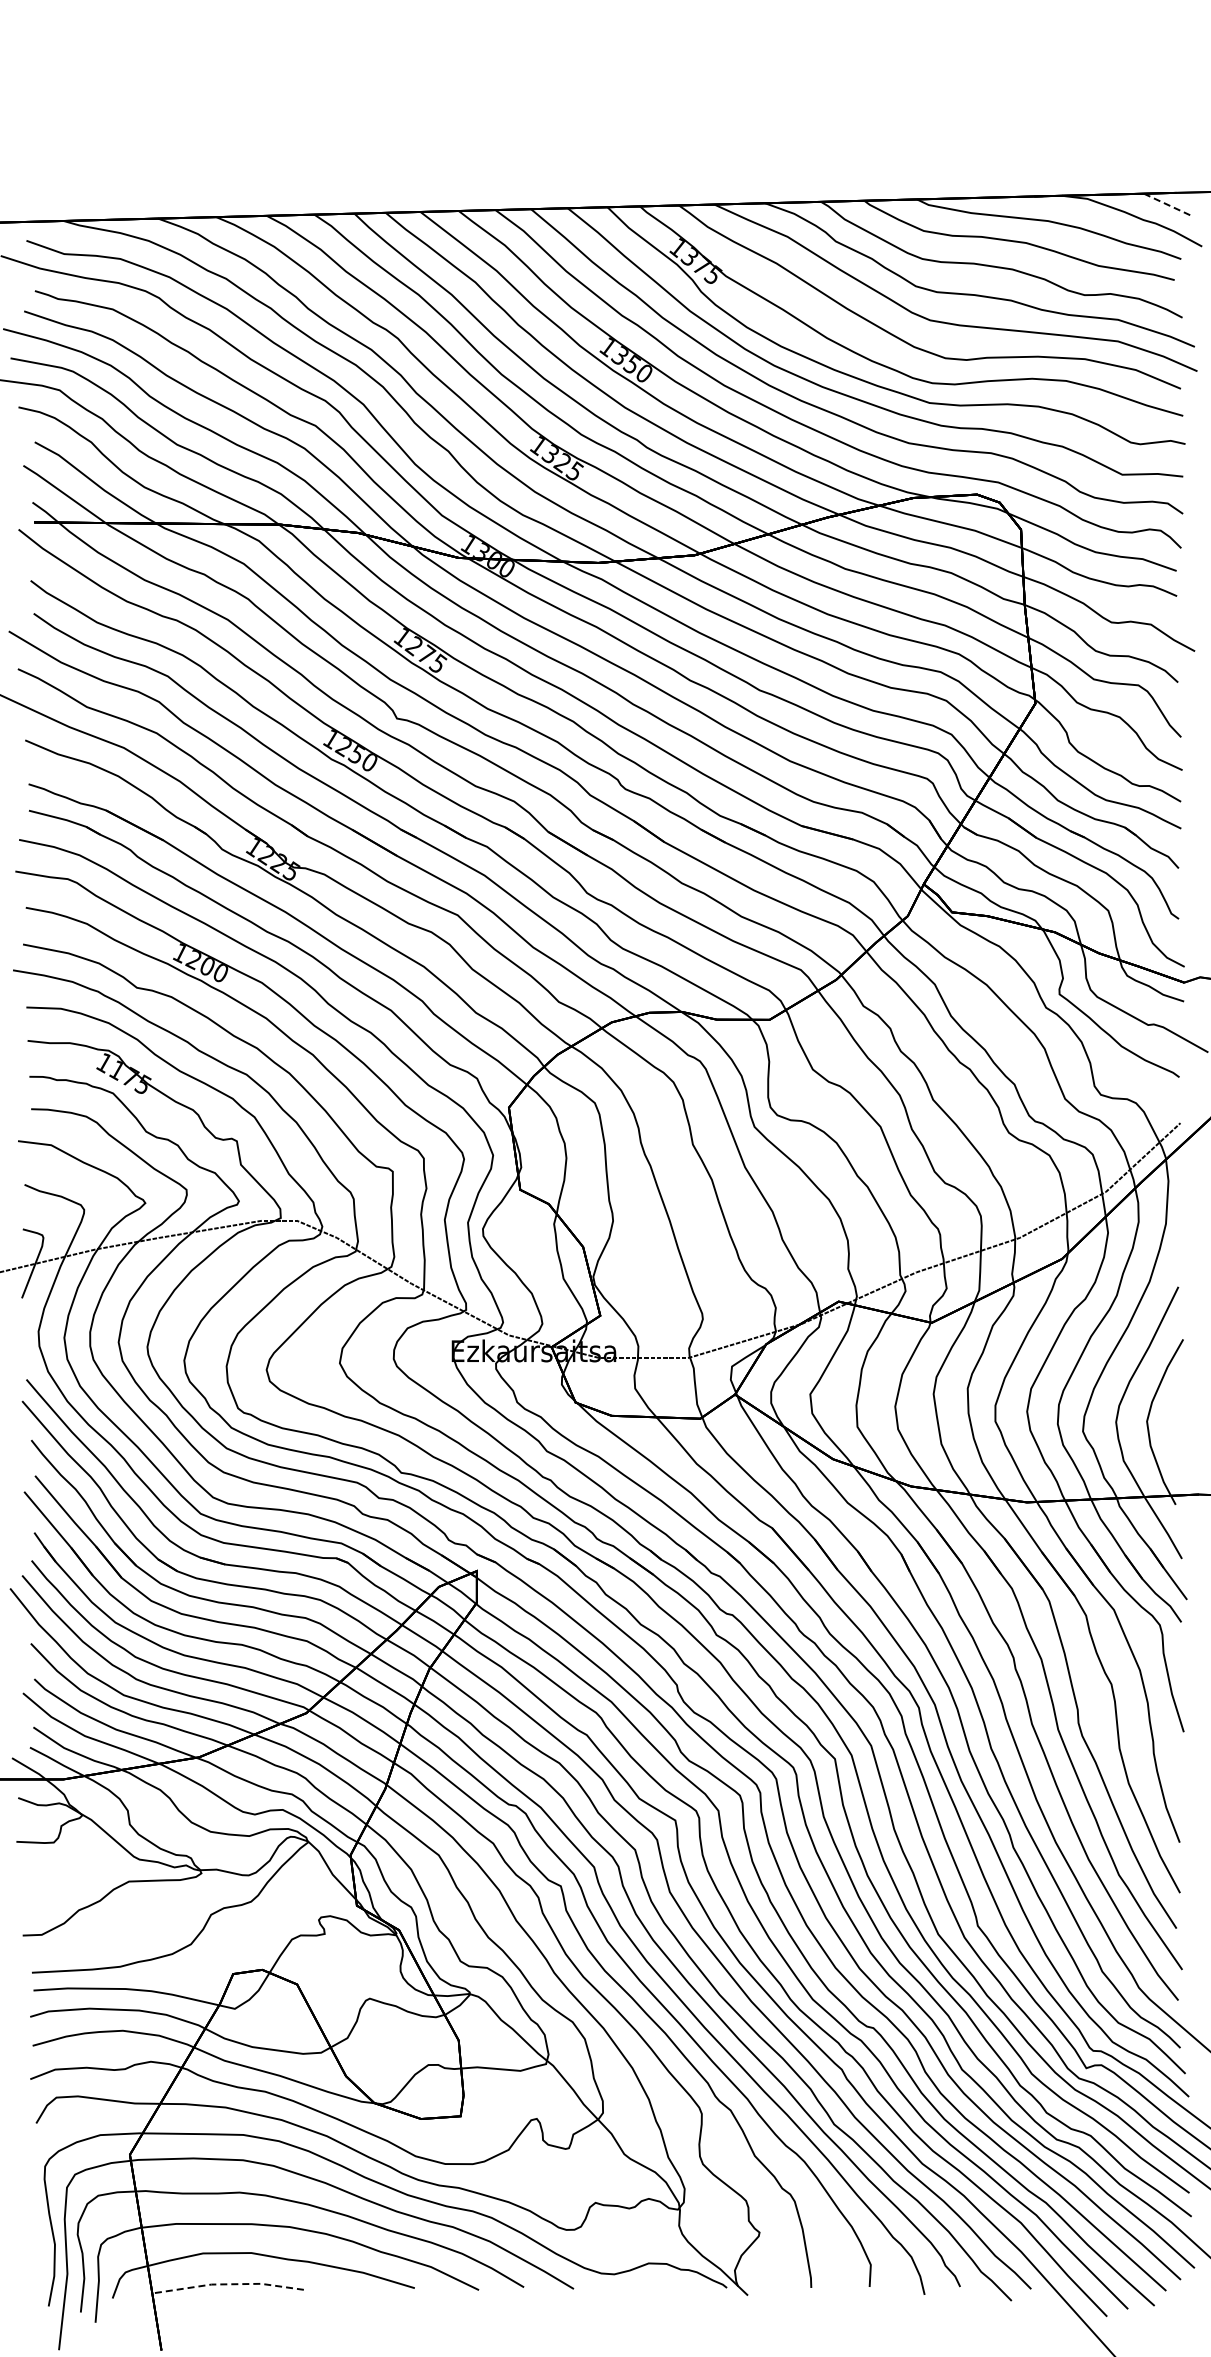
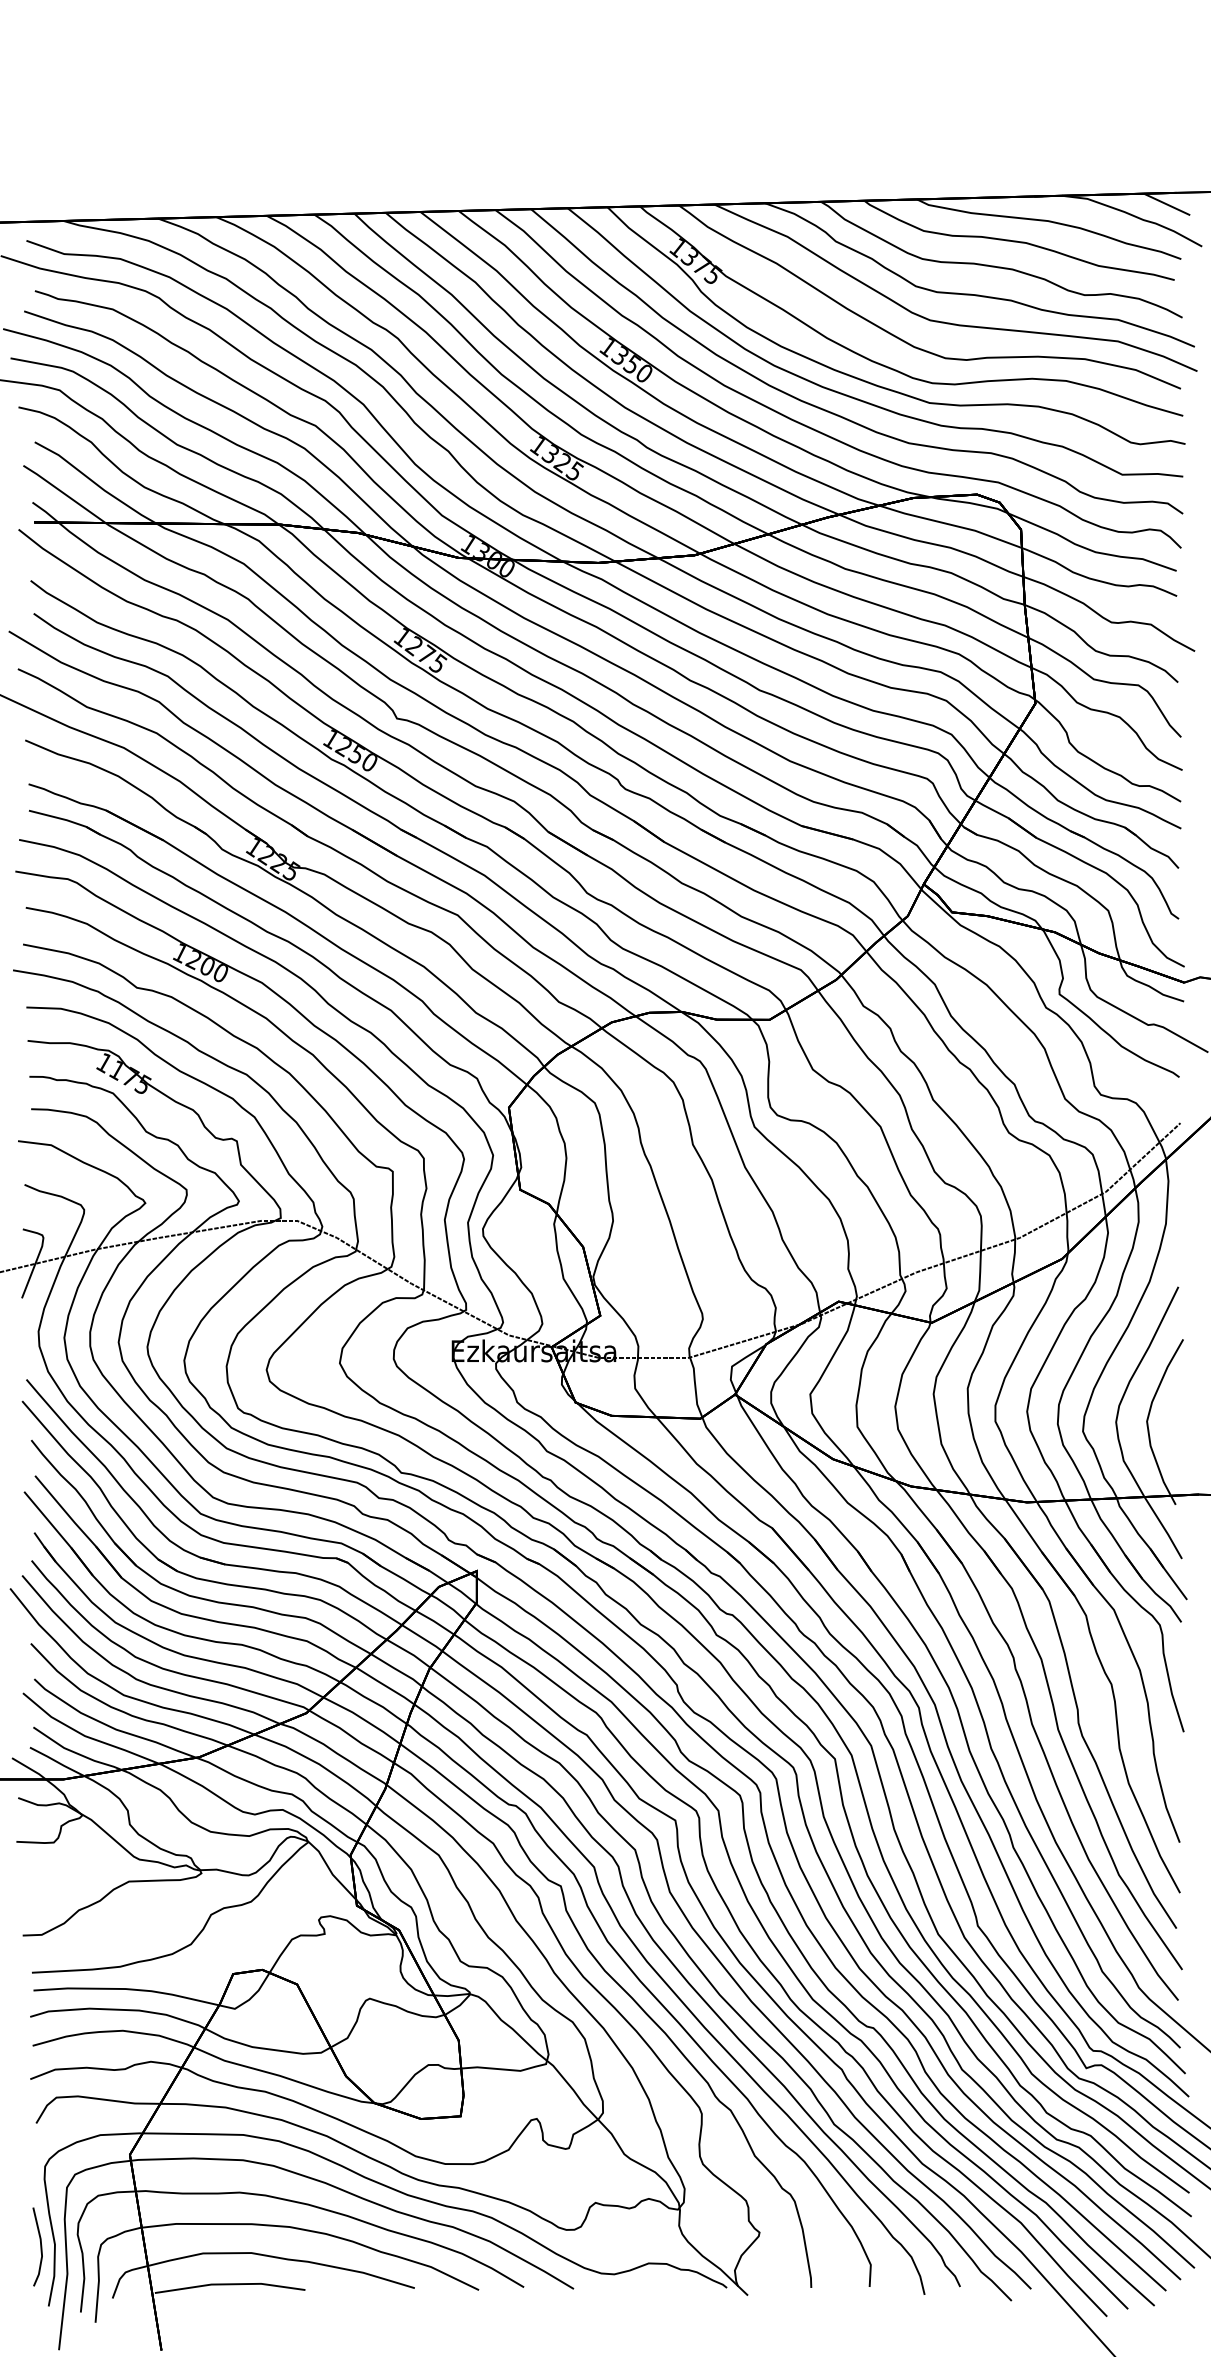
line at (1167, 204): dashed -> solid
line at (40, 2246): none -> present
line at (230, 2284): dashed -> solid
